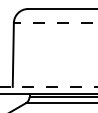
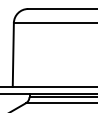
line at (55, 23): dashed -> solid
line at (49, 86): dashed -> solid
